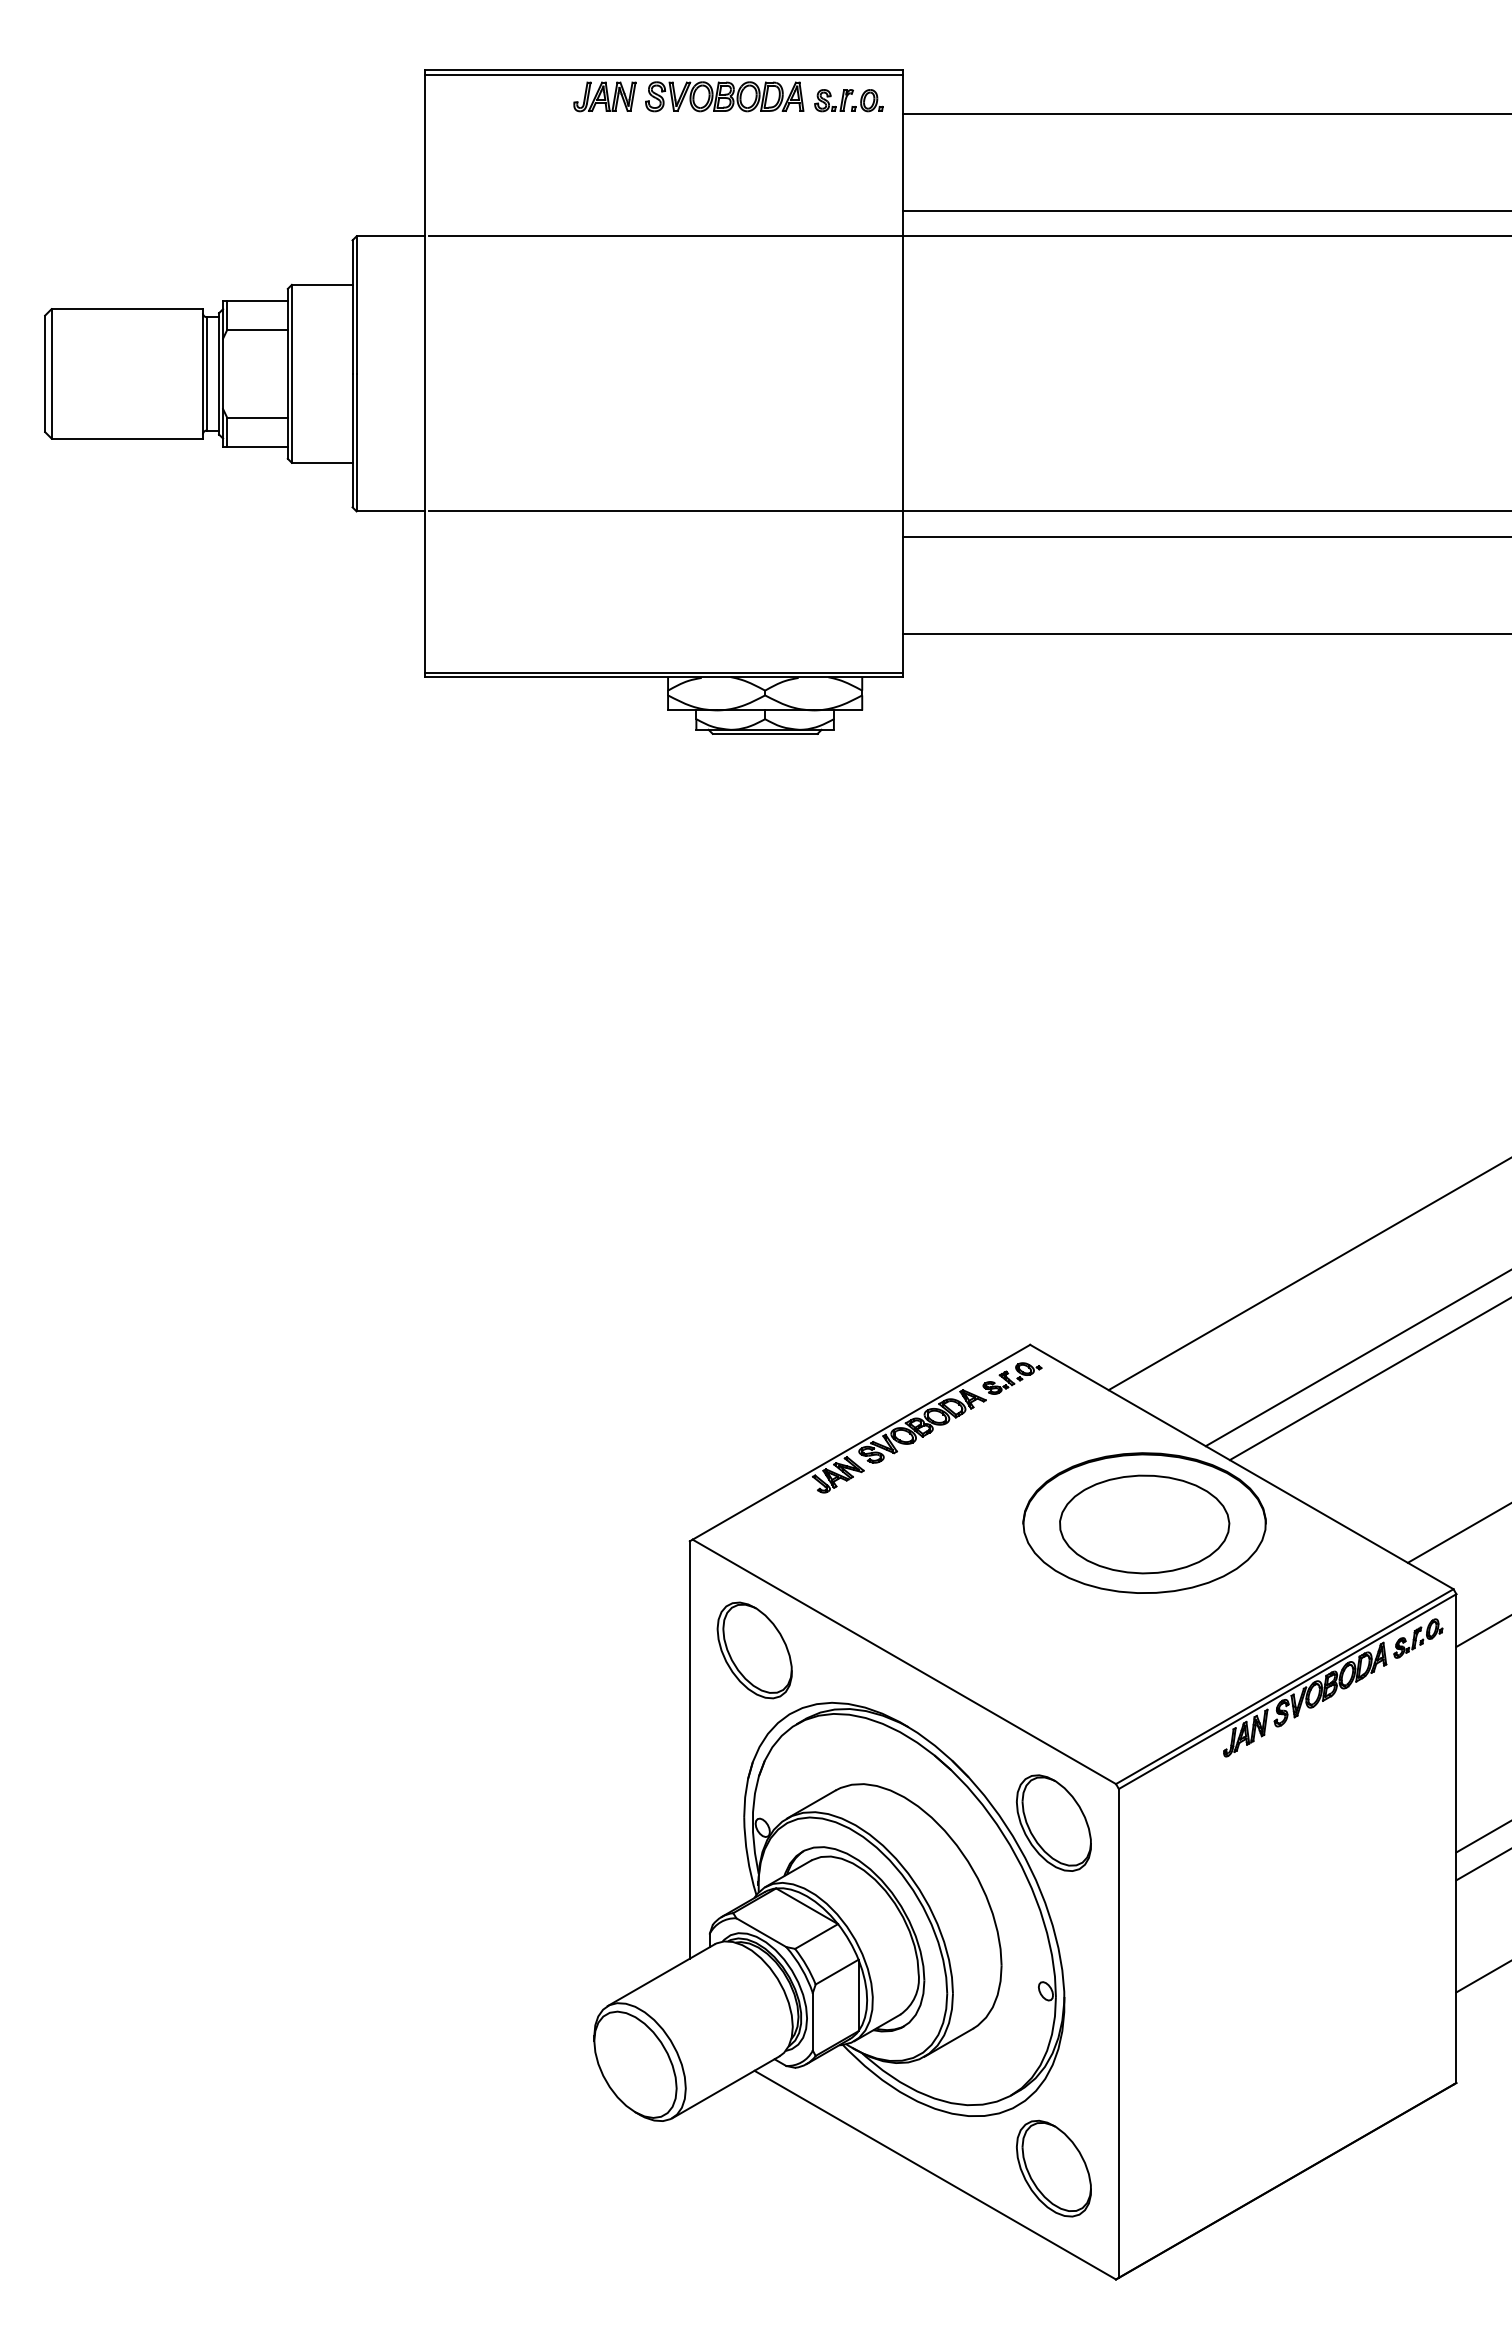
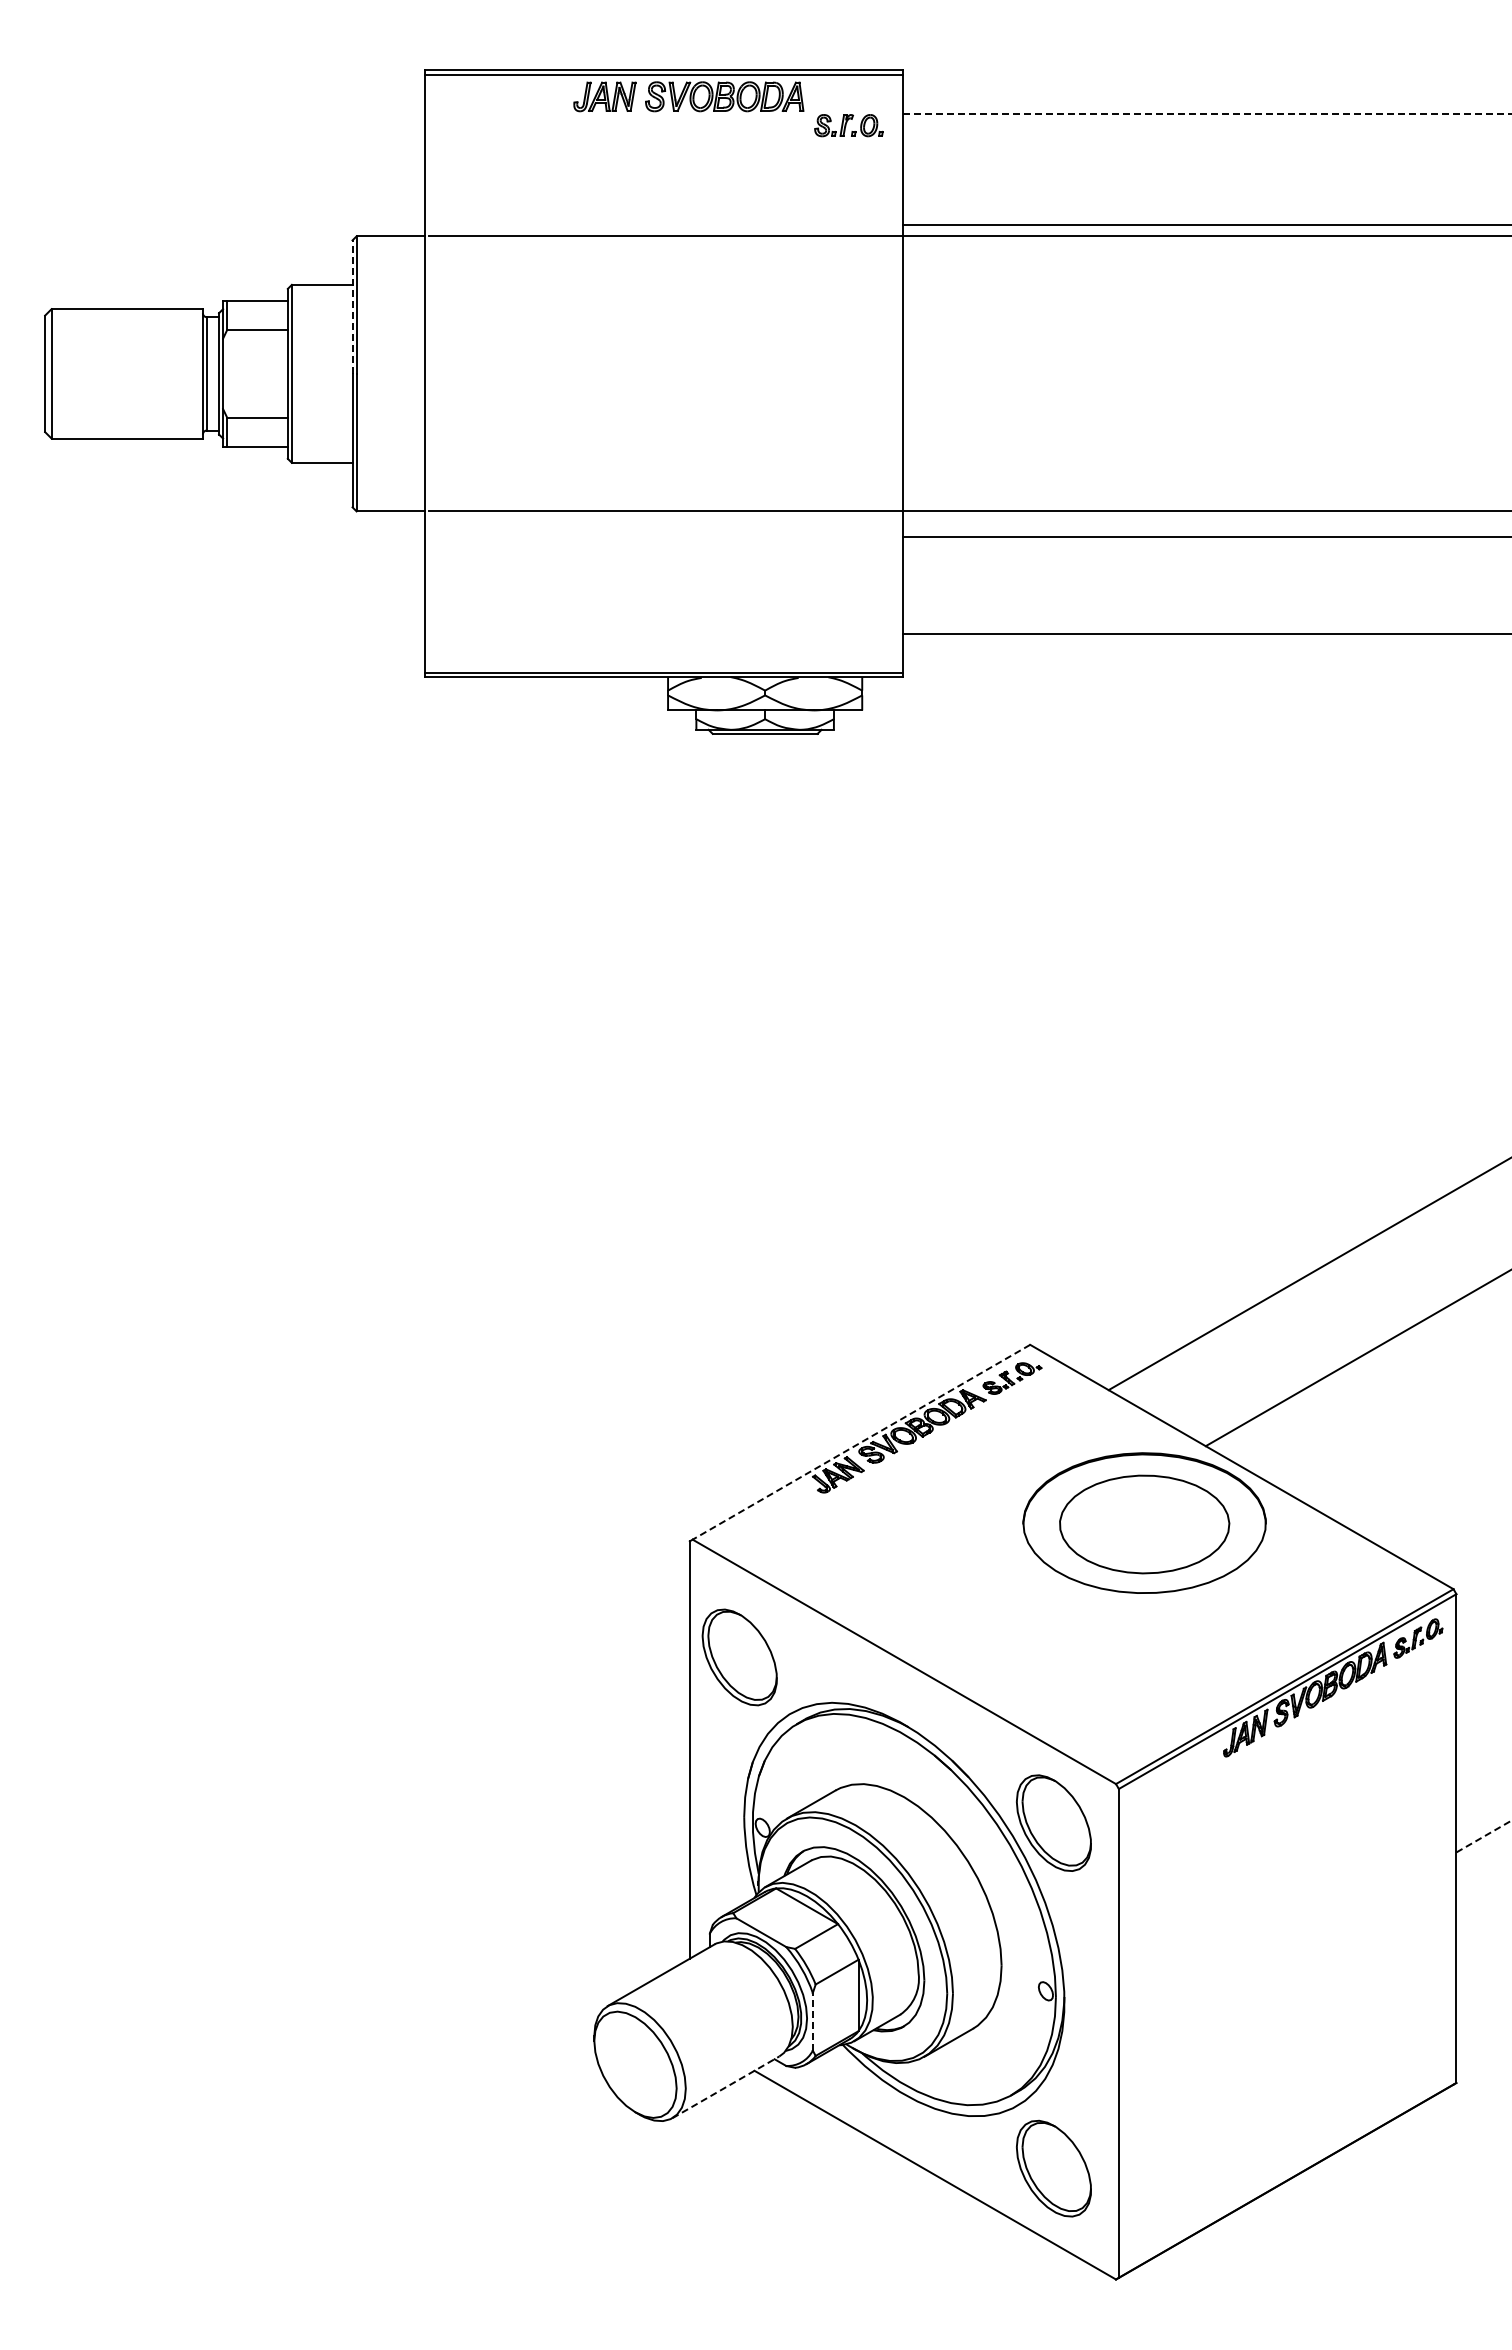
part at (848, 100) position: (848, 100) -> (848, 125)
line at (1206, 113): solid -> dashed
line at (1205, 210) position: (1205, 210) -> (1205, 224)
line at (352, 307): solid -> dashed
line at (1368, 1379): present -> none
line at (861, 1442): solid -> dashed
line at (1457, 1533): present -> none
line at (1482, 1631): present -> none
part at (754, 1650) position: (754, 1650) -> (739, 1657)
line at (1484, 1836): solid -> dashed
line at (1482, 1865): present -> none
line at (1482, 1977): present -> none
line at (812, 2021): solid -> dashed
line at (725, 2087): solid -> dashed
